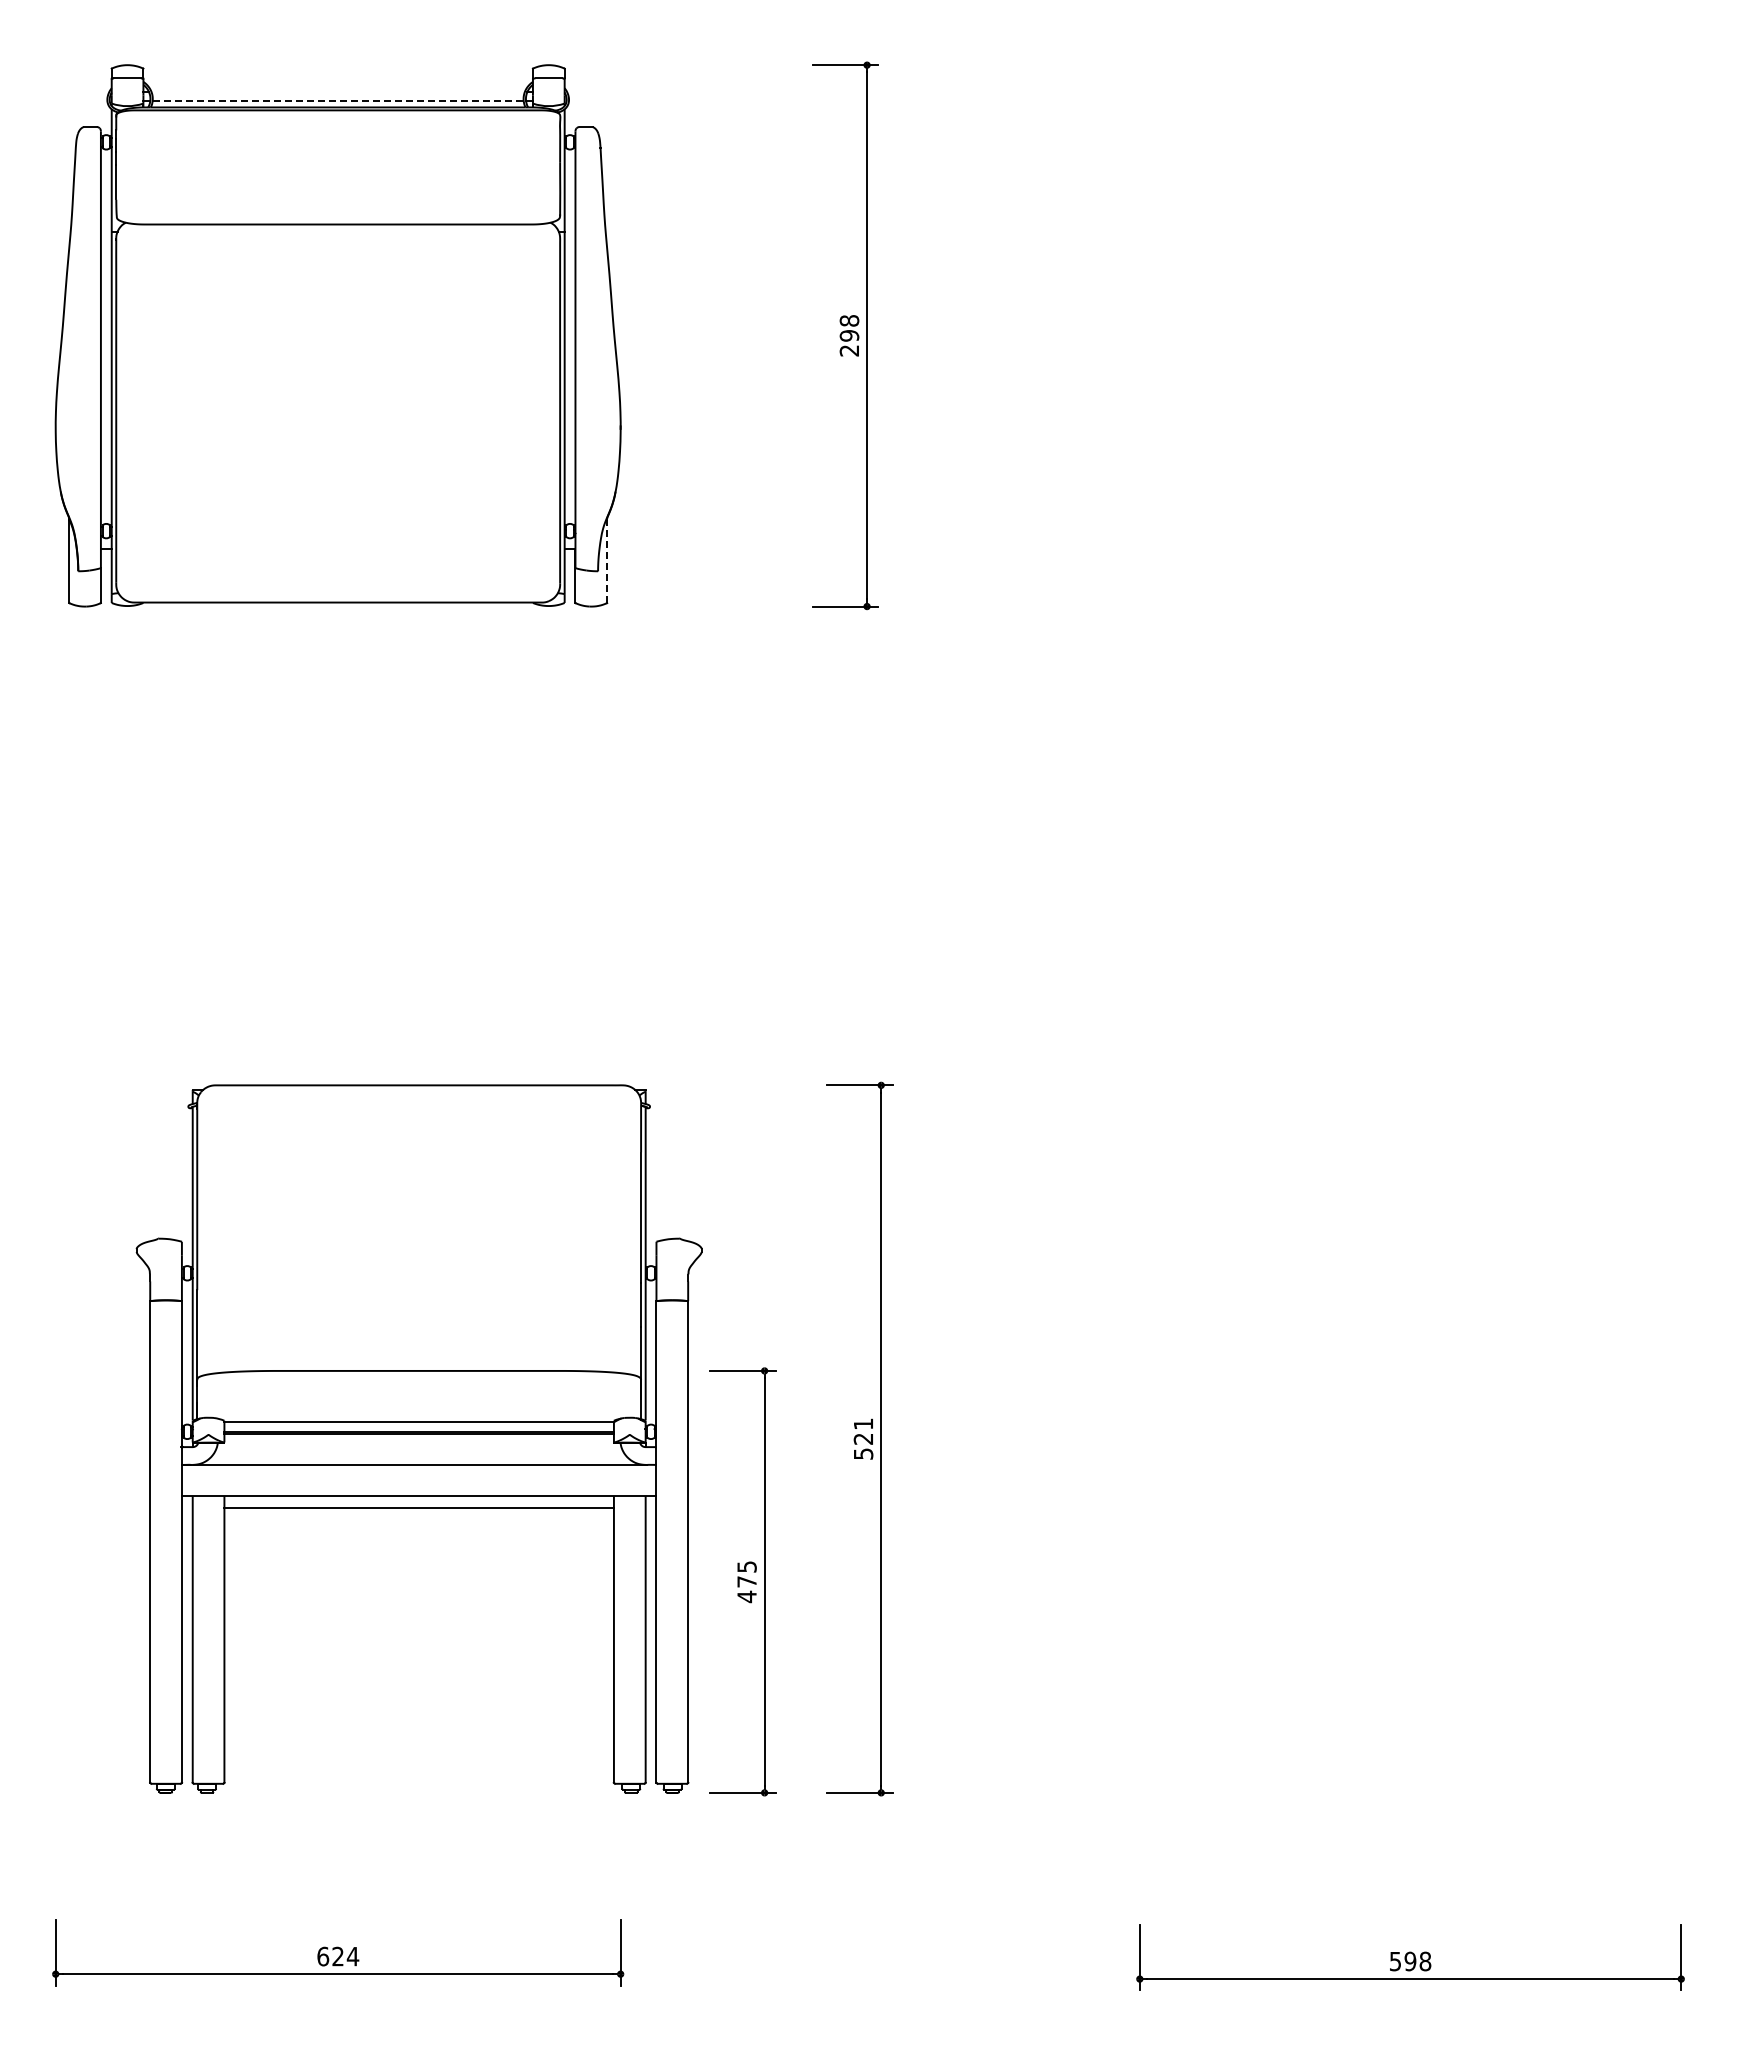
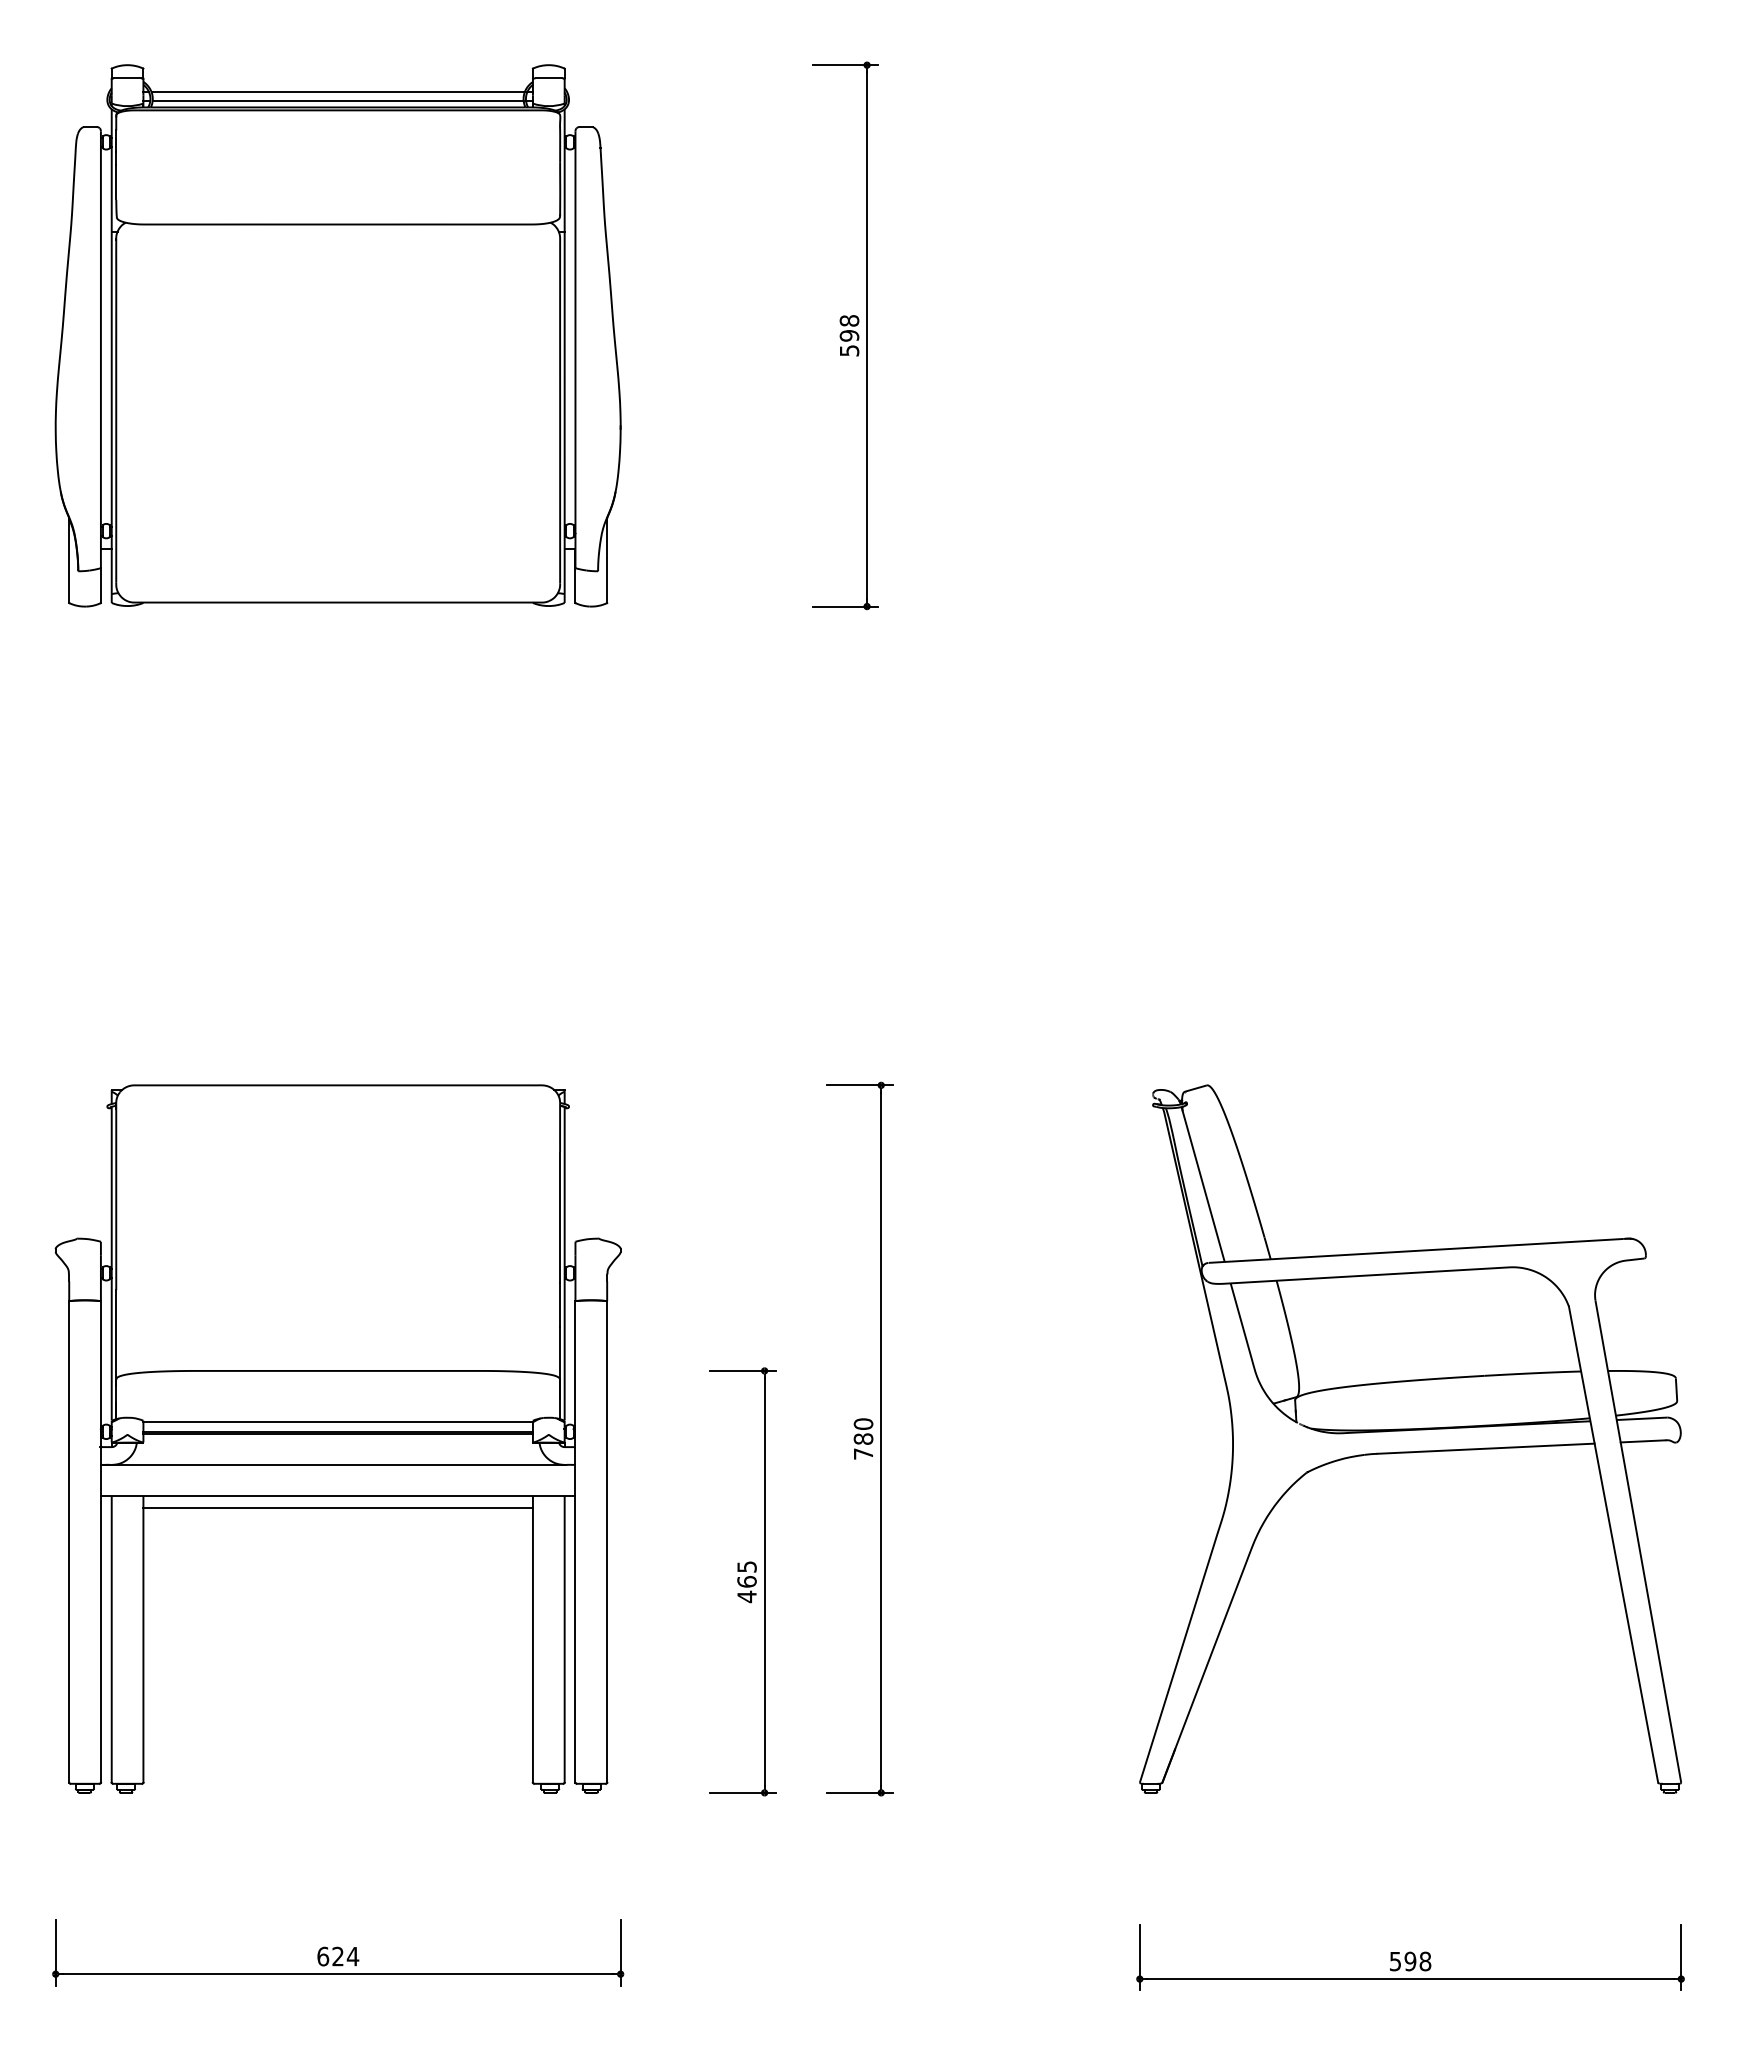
line at (337, 92): none -> present
line at (338, 101): dashed -> solid
text at (849, 350): 298 -> 598
line at (607, 561): dashed -> solid
part at (418, 1438) position: (418, 1438) -> (337, 1438)
text at (863, 1438): 521 -> 780
part at (1410, 1438): none -> present
text at (746, 1581): 475 -> 465
